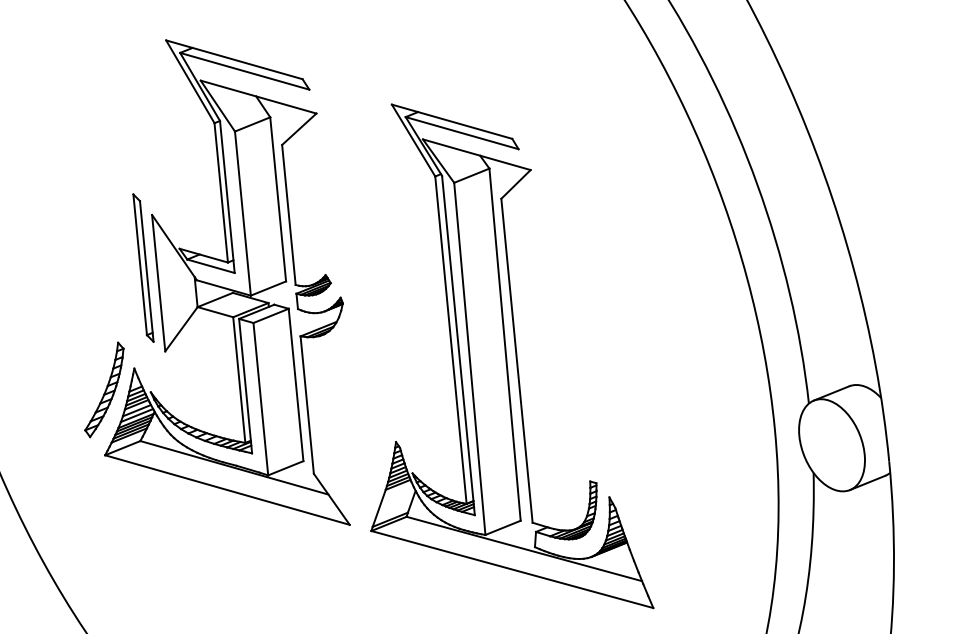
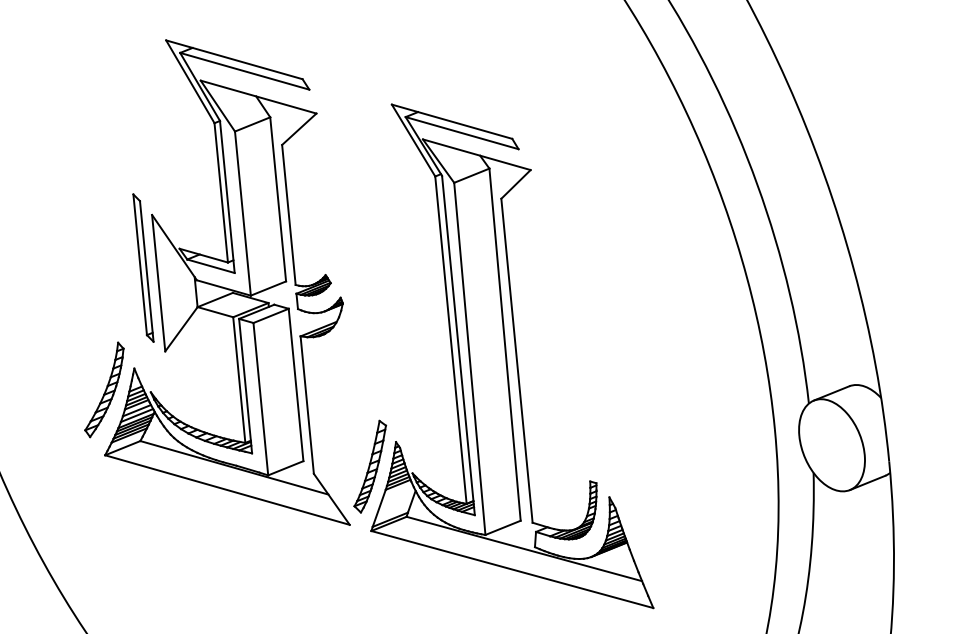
part at (370, 466): none -> present
